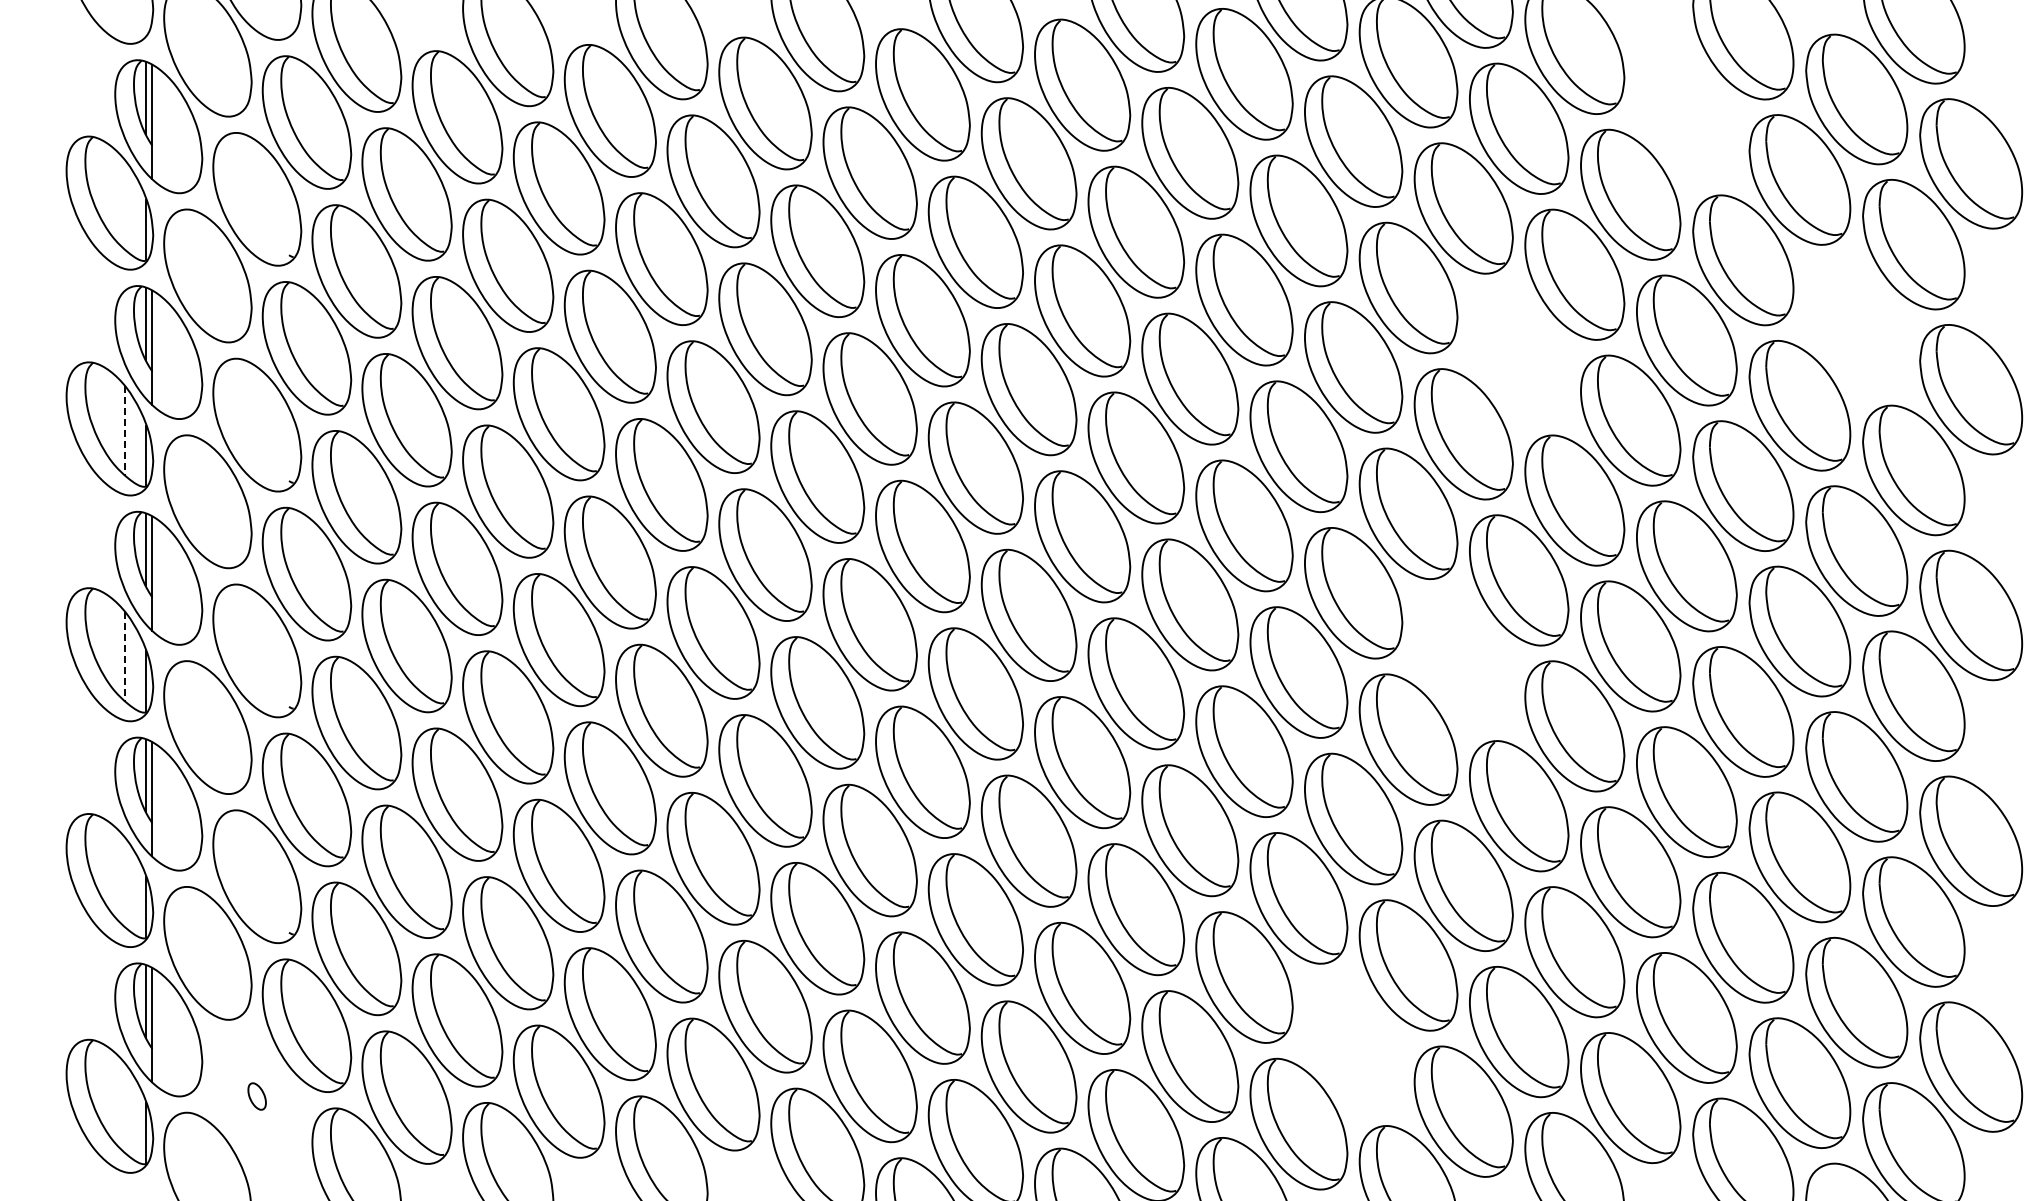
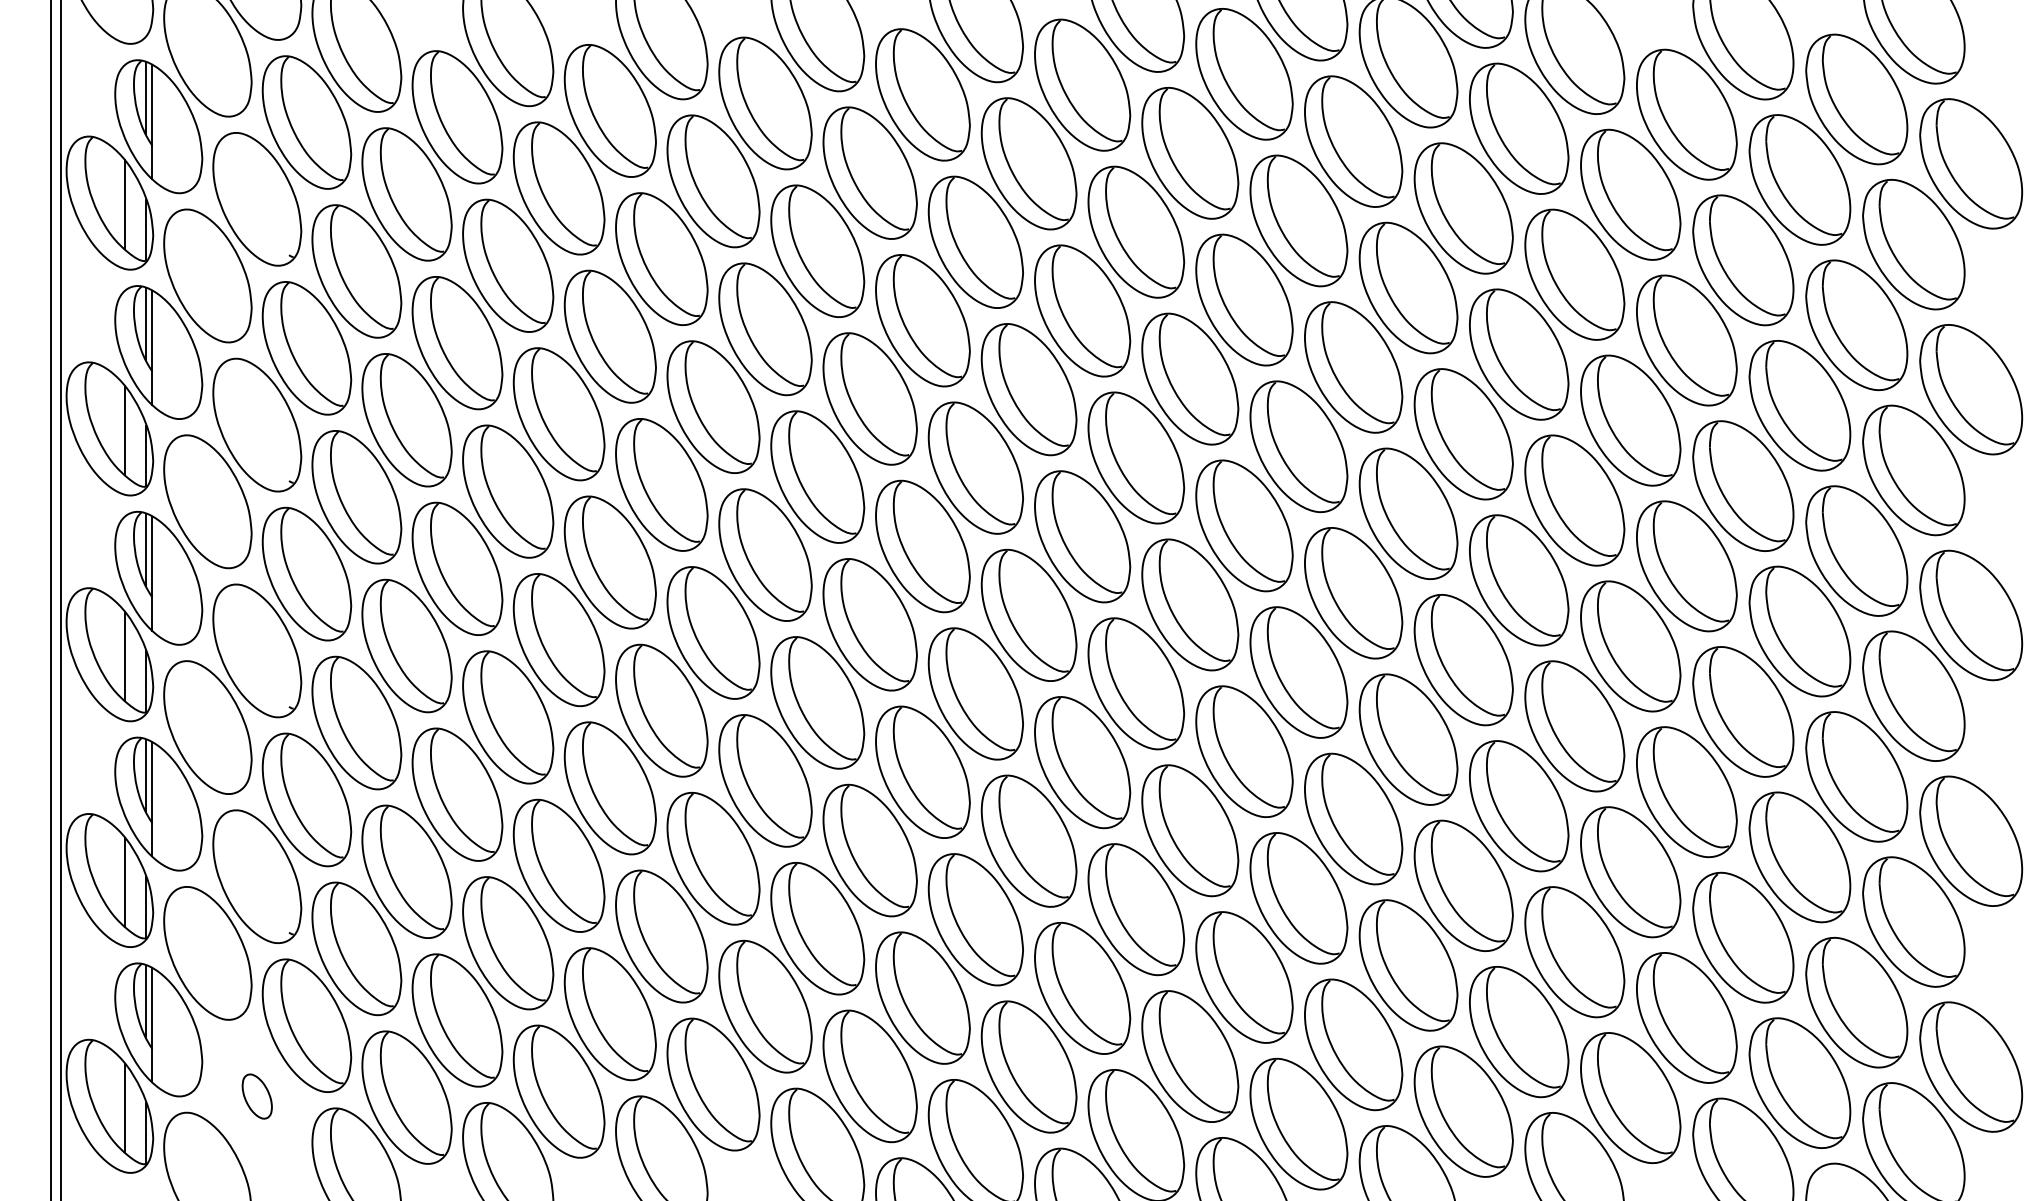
part at (1686, 114): none -> present
line at (125, 204): none -> present
part at (1856, 325): none -> present
part at (1519, 354): none -> present
line at (125, 431): dashed -> solid
line at (51, 599): none -> present
line at (60, 599): none -> present
line at (125, 656): dashed -> solid
part at (1463, 660): none -> present
line at (125, 881): none -> present
part at (1353, 1044): none -> present
part at (256, 1096) size: 20x29 px -> 32x47 px
line at (125, 1107): none -> present
